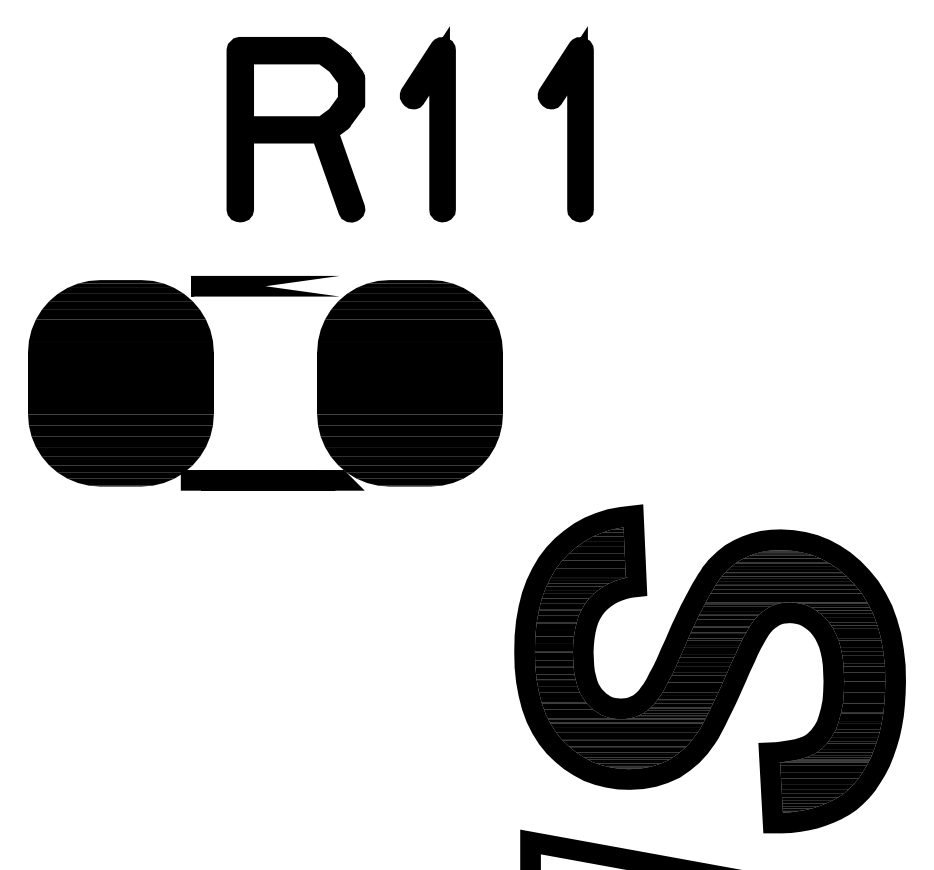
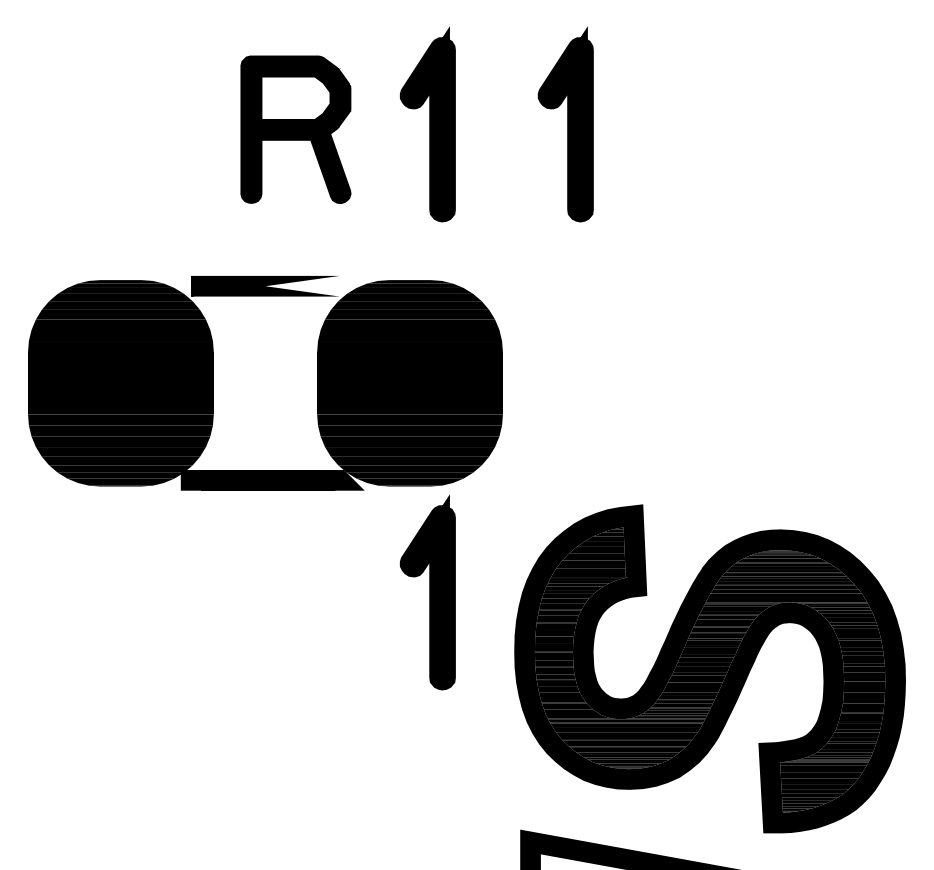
part at (295, 129) size: 140x186 px -> 112x149 px
part at (427, 592): none -> present
